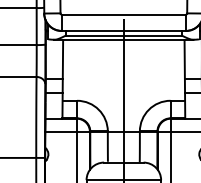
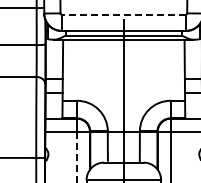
line at (123, 14): solid -> dashed
line at (76, 157): solid -> dashed
